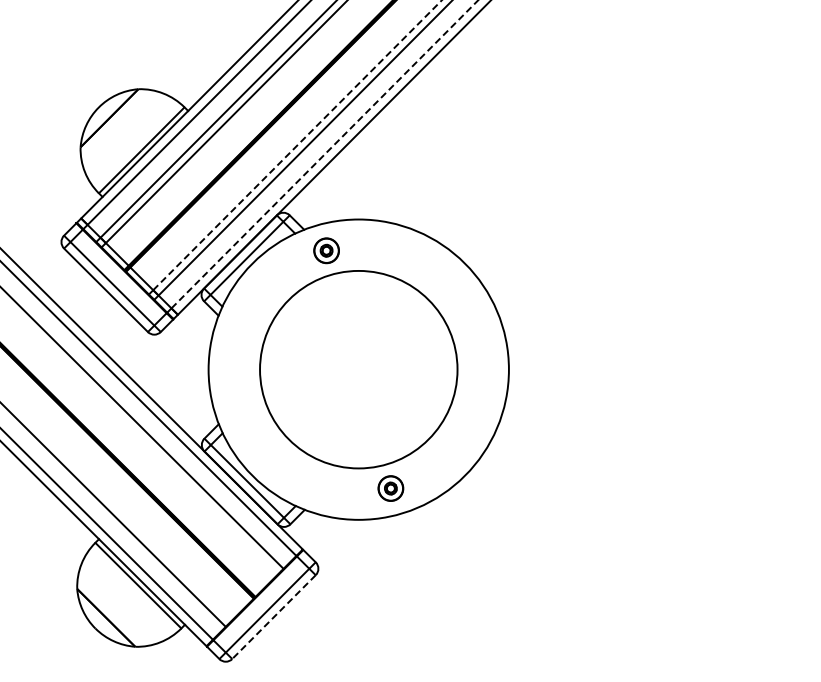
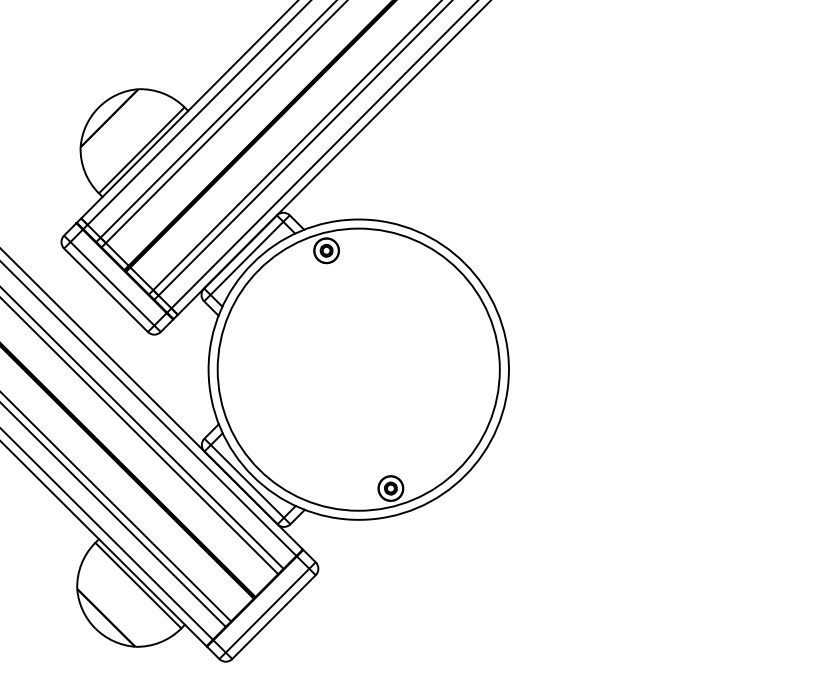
line at (297, 145): dashed -> solid
line at (325, 153): dashed -> solid
circle at (358, 369) diameter: 197 px -> 282 px
line at (140, 436): none -> present
line at (116, 507): none -> present
line at (273, 617): dashed -> solid
